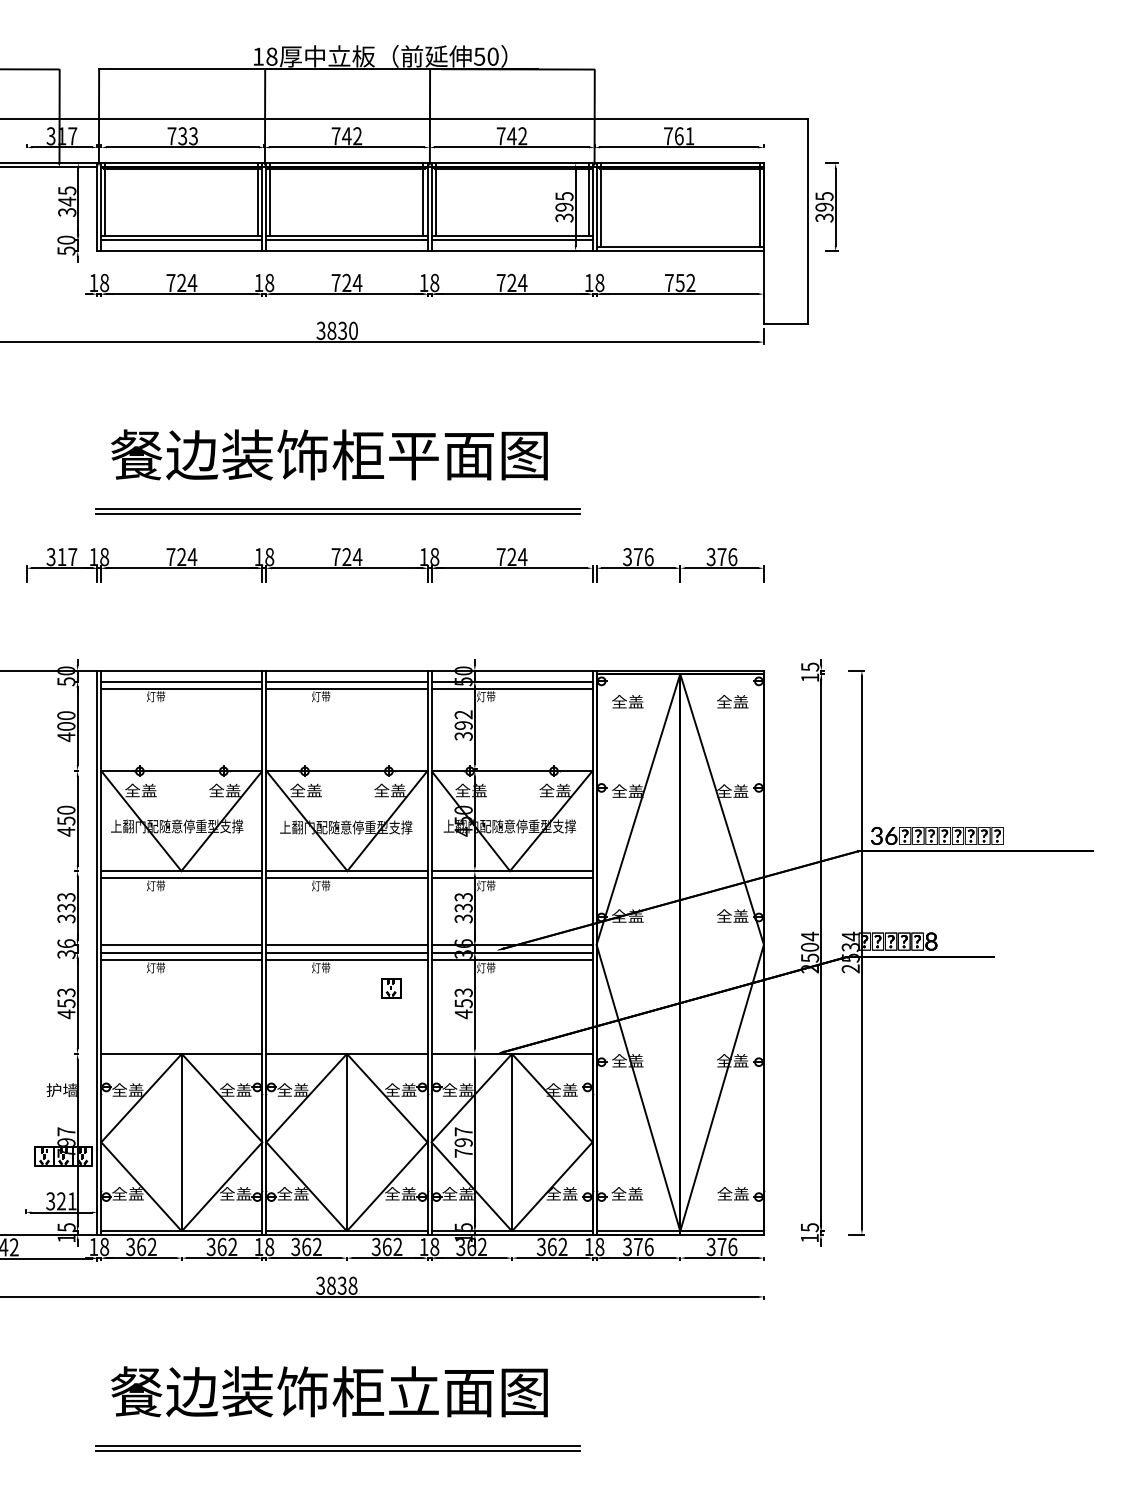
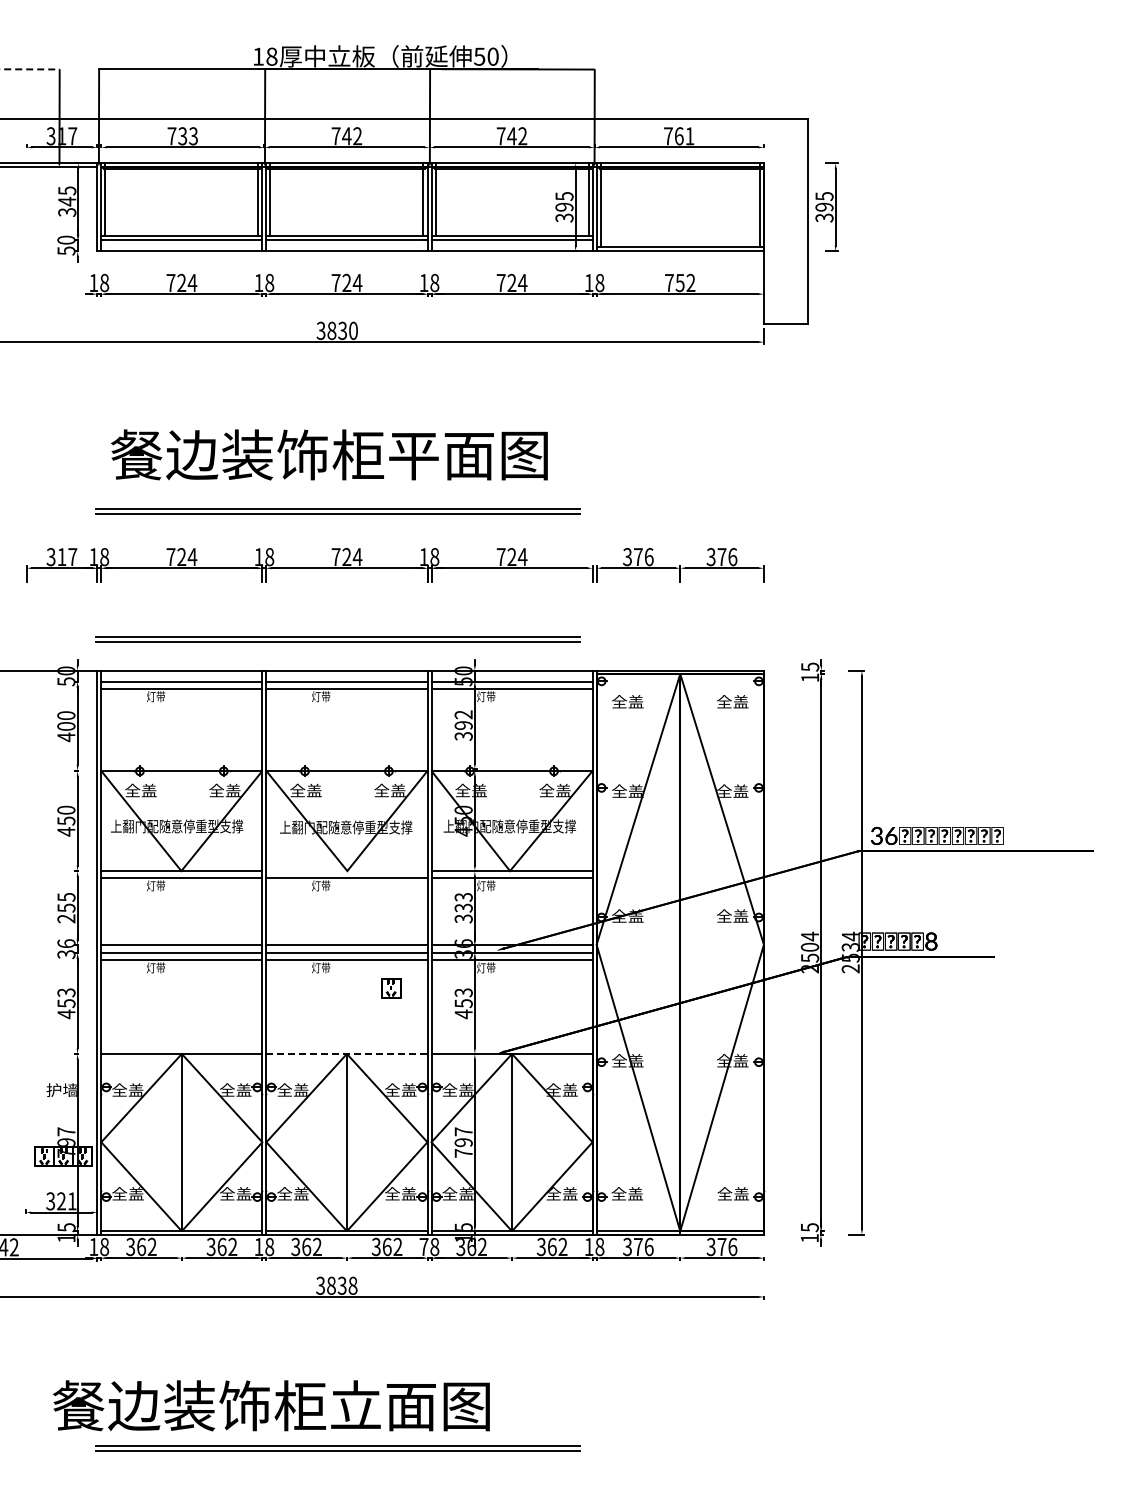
line at (30, 69): solid -> dashed
part at (337, 639): none -> present
line at (346, 871): present -> none
text at (66, 908): 333 -> 255
line at (346, 1053): solid -> dashed
text at (423, 1246): 18 -> 78
text at (329, 1391) position: (329, 1391) -> (271, 1405)
